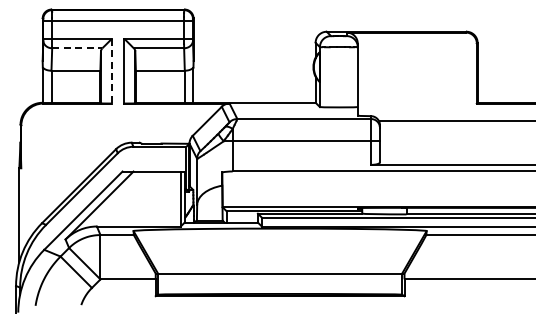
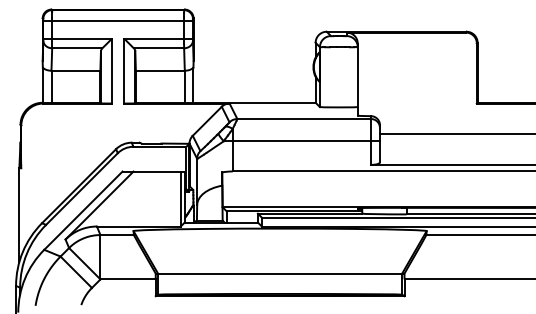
line at (77, 48): dashed -> solid
line at (112, 71): dashed -> solid
line at (455, 120) position: (455, 120) -> (455, 133)
